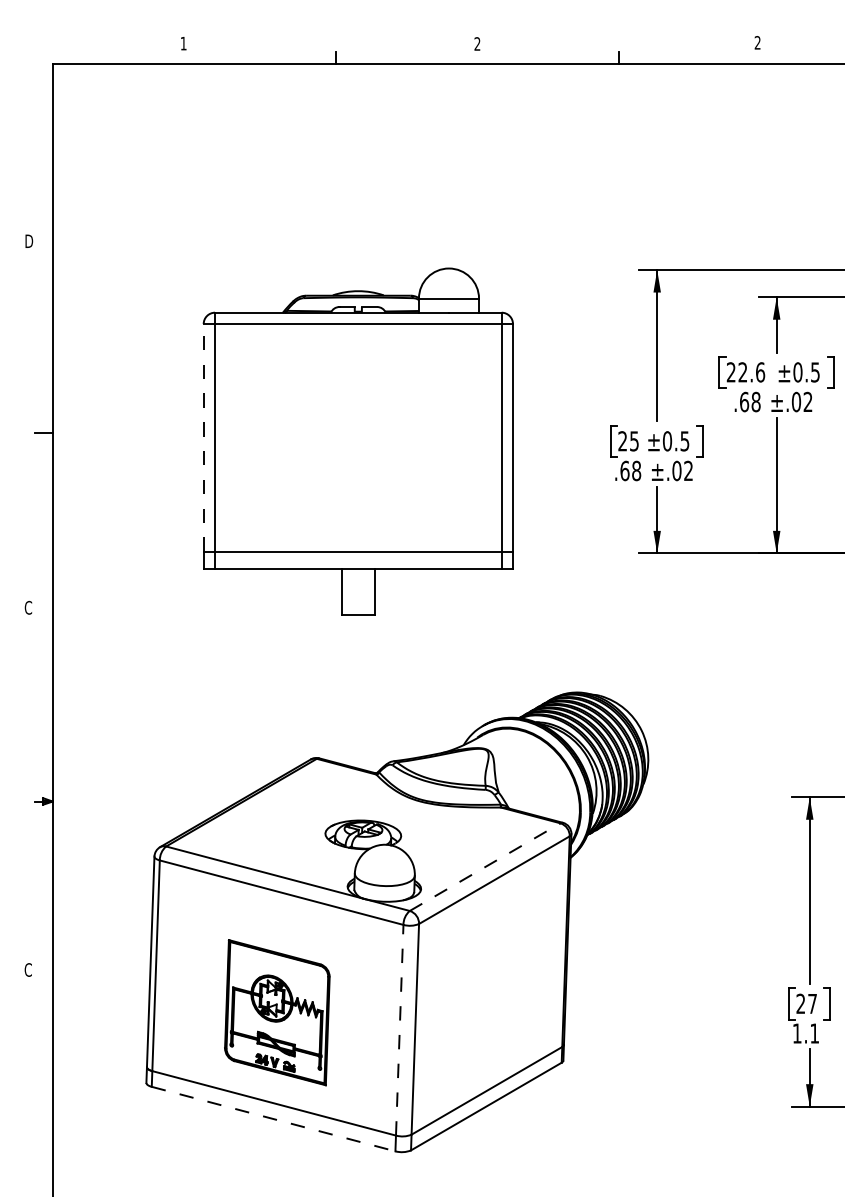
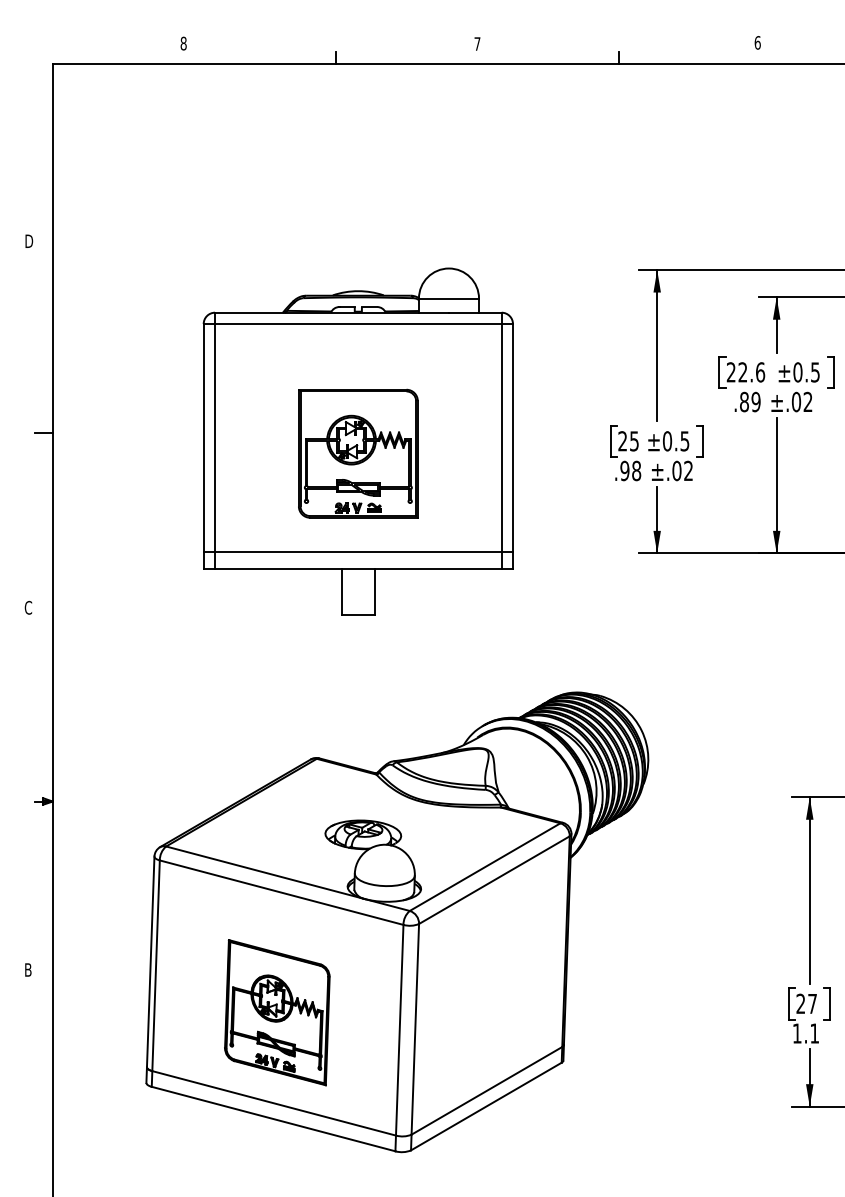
text at (757, 42): 2 -> 6
text at (183, 43): 1 -> 8
text at (477, 43): 2 -> 7
text at (750, 401): .68 -> .89
line at (203, 437): dashed -> solid
part at (358, 453): none -> present
text at (624, 470): .68 -> .98
line at (485, 866): dashed -> solid
text at (27, 969): C -> B
line at (399, 1029): dashed -> solid
line at (274, 1119): dashed -> solid
